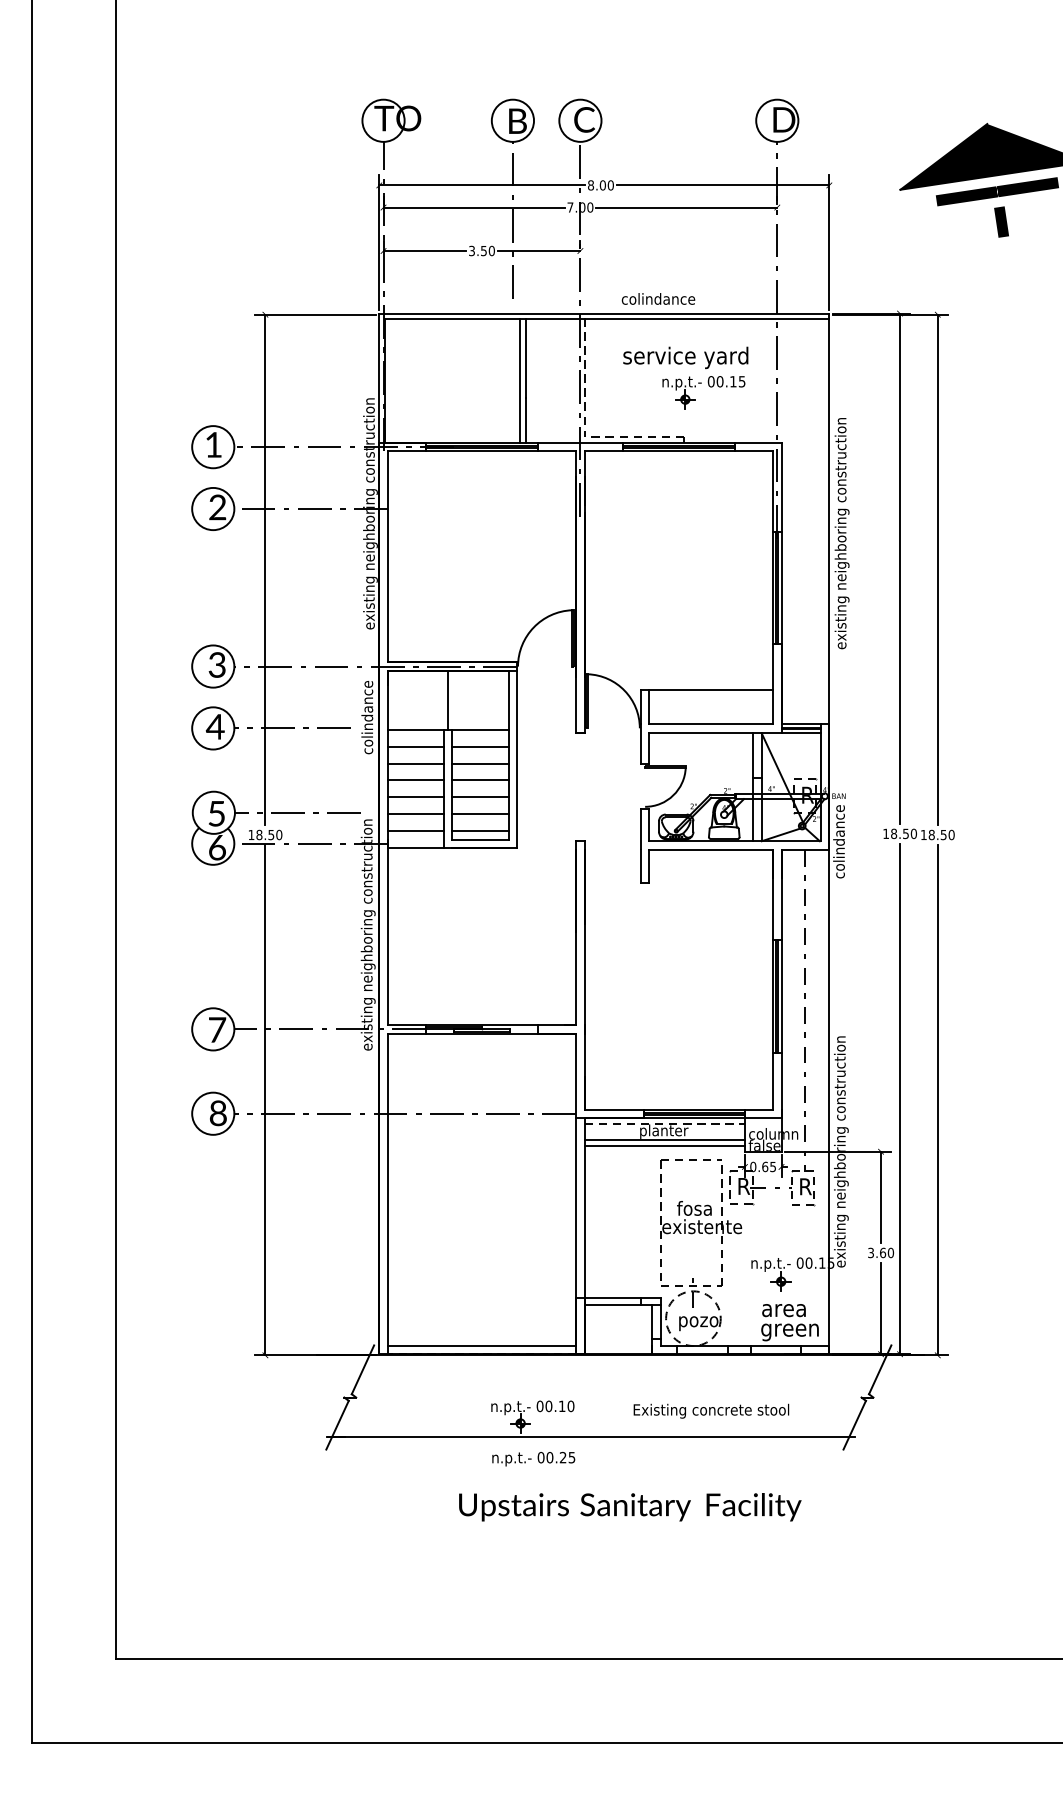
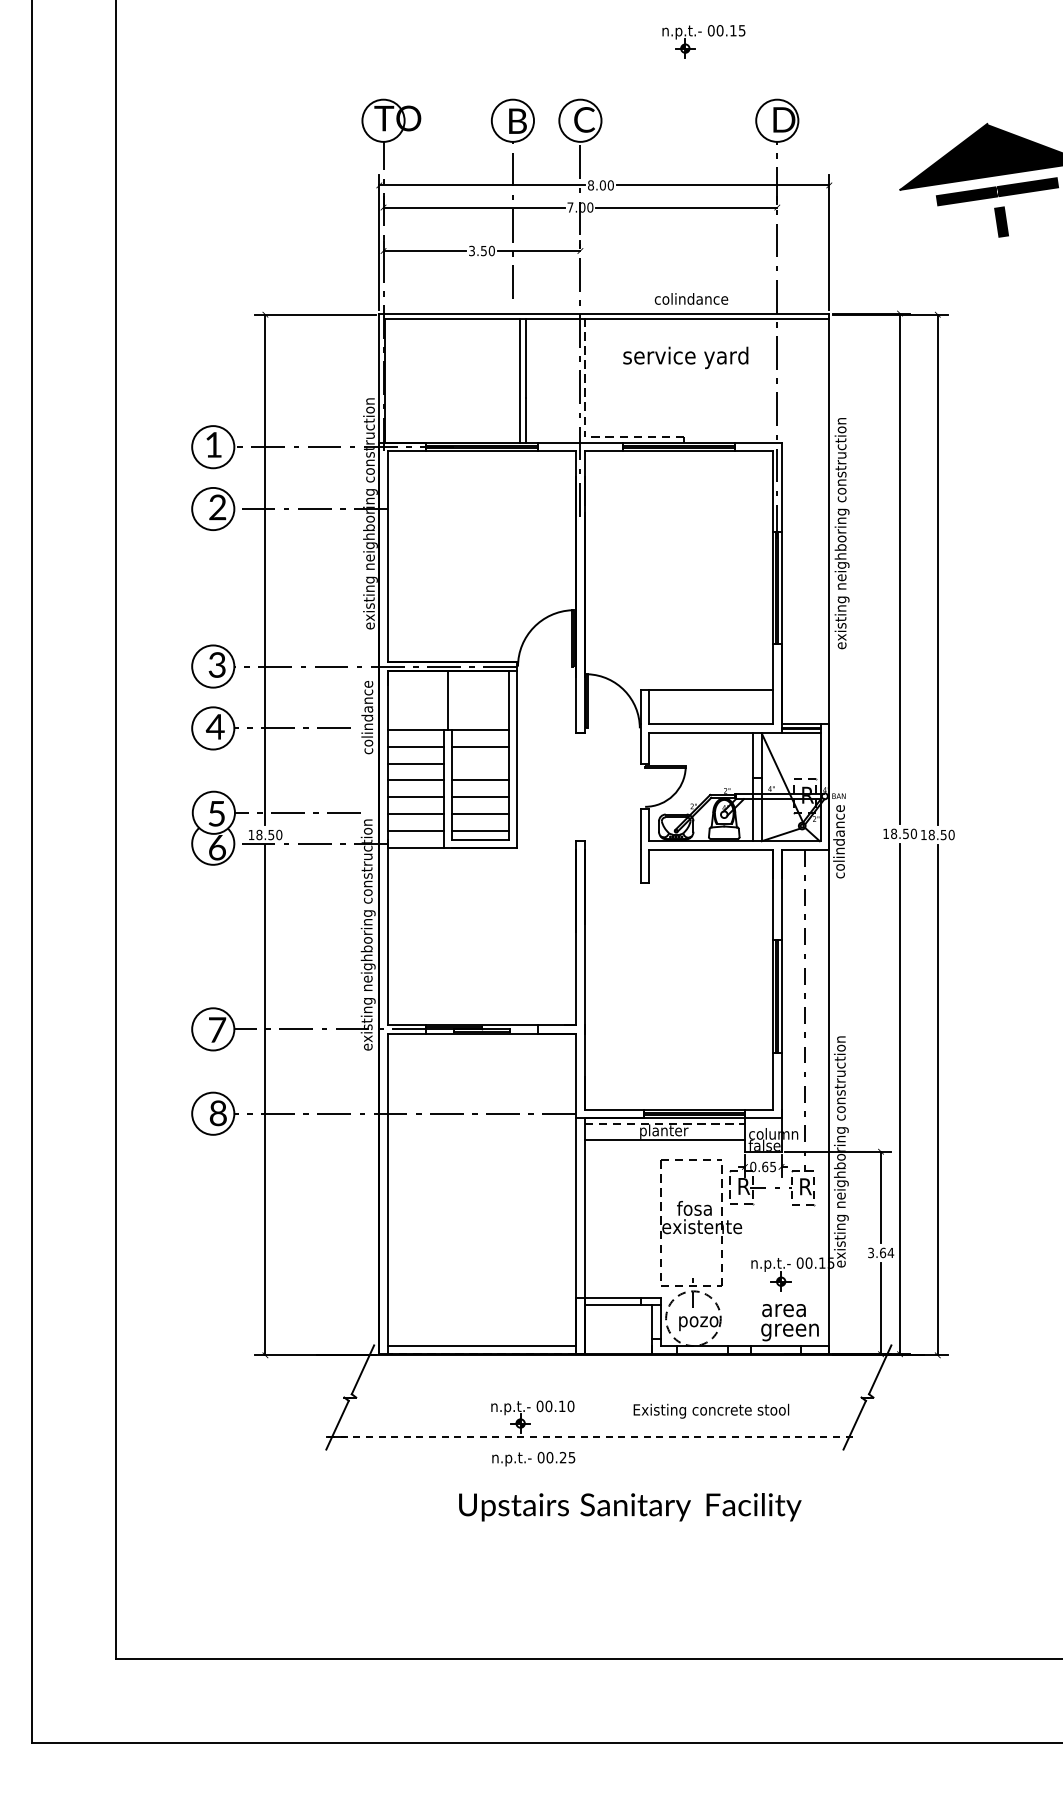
text at (658, 298) position: (658, 298) -> (691, 298)
part at (709, 386) position: (709, 386) -> (709, 35)
line at (480, 763): present -> none
line at (664, 1146): present -> none
text at (890, 1252): 3.60 -> 3.64
line at (591, 1437): solid -> dashed
